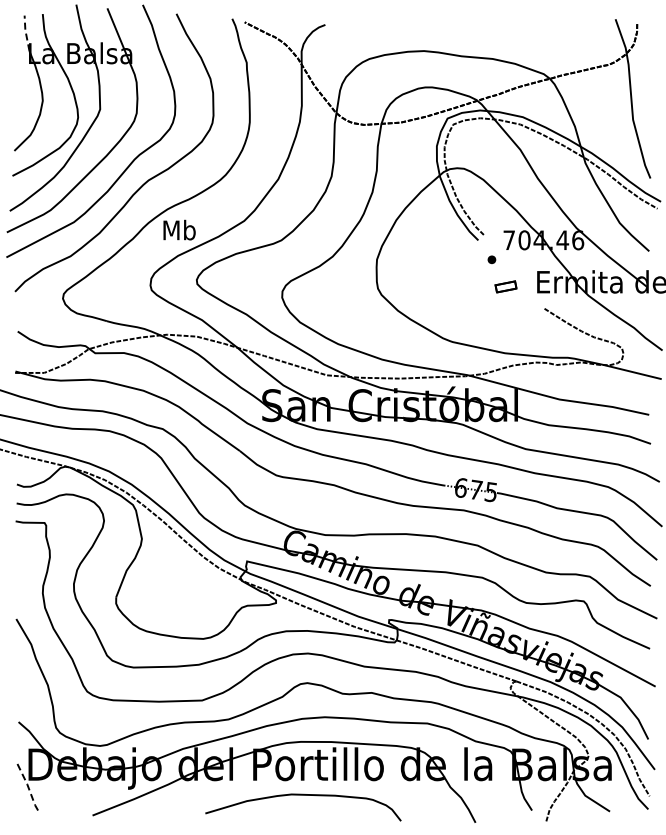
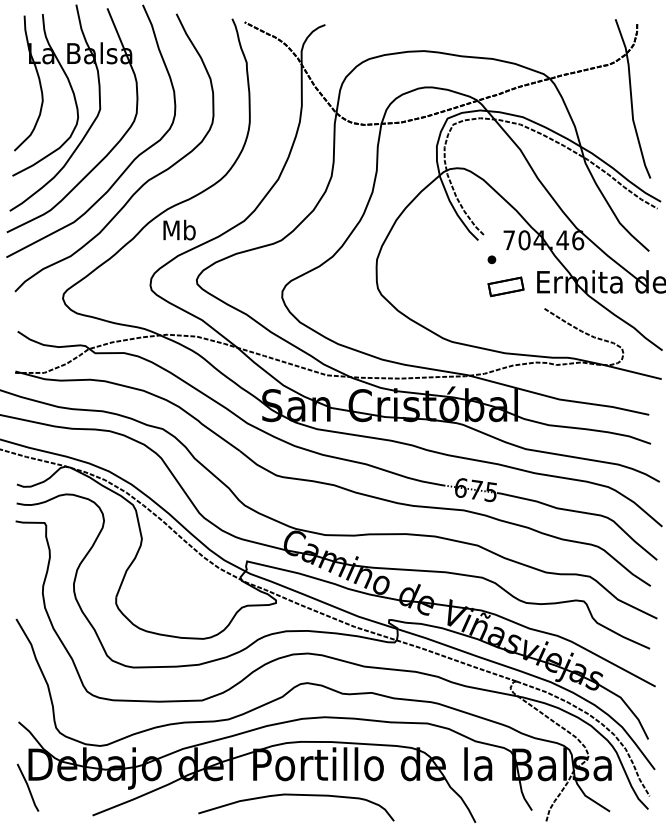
line at (25, 32): dashed -> solid
part at (505, 286) size: 24x14 px -> 38x22 px
line at (28, 787): dashed -> solid
curve at (303, 795) position: (303, 795) -> (296, 795)
